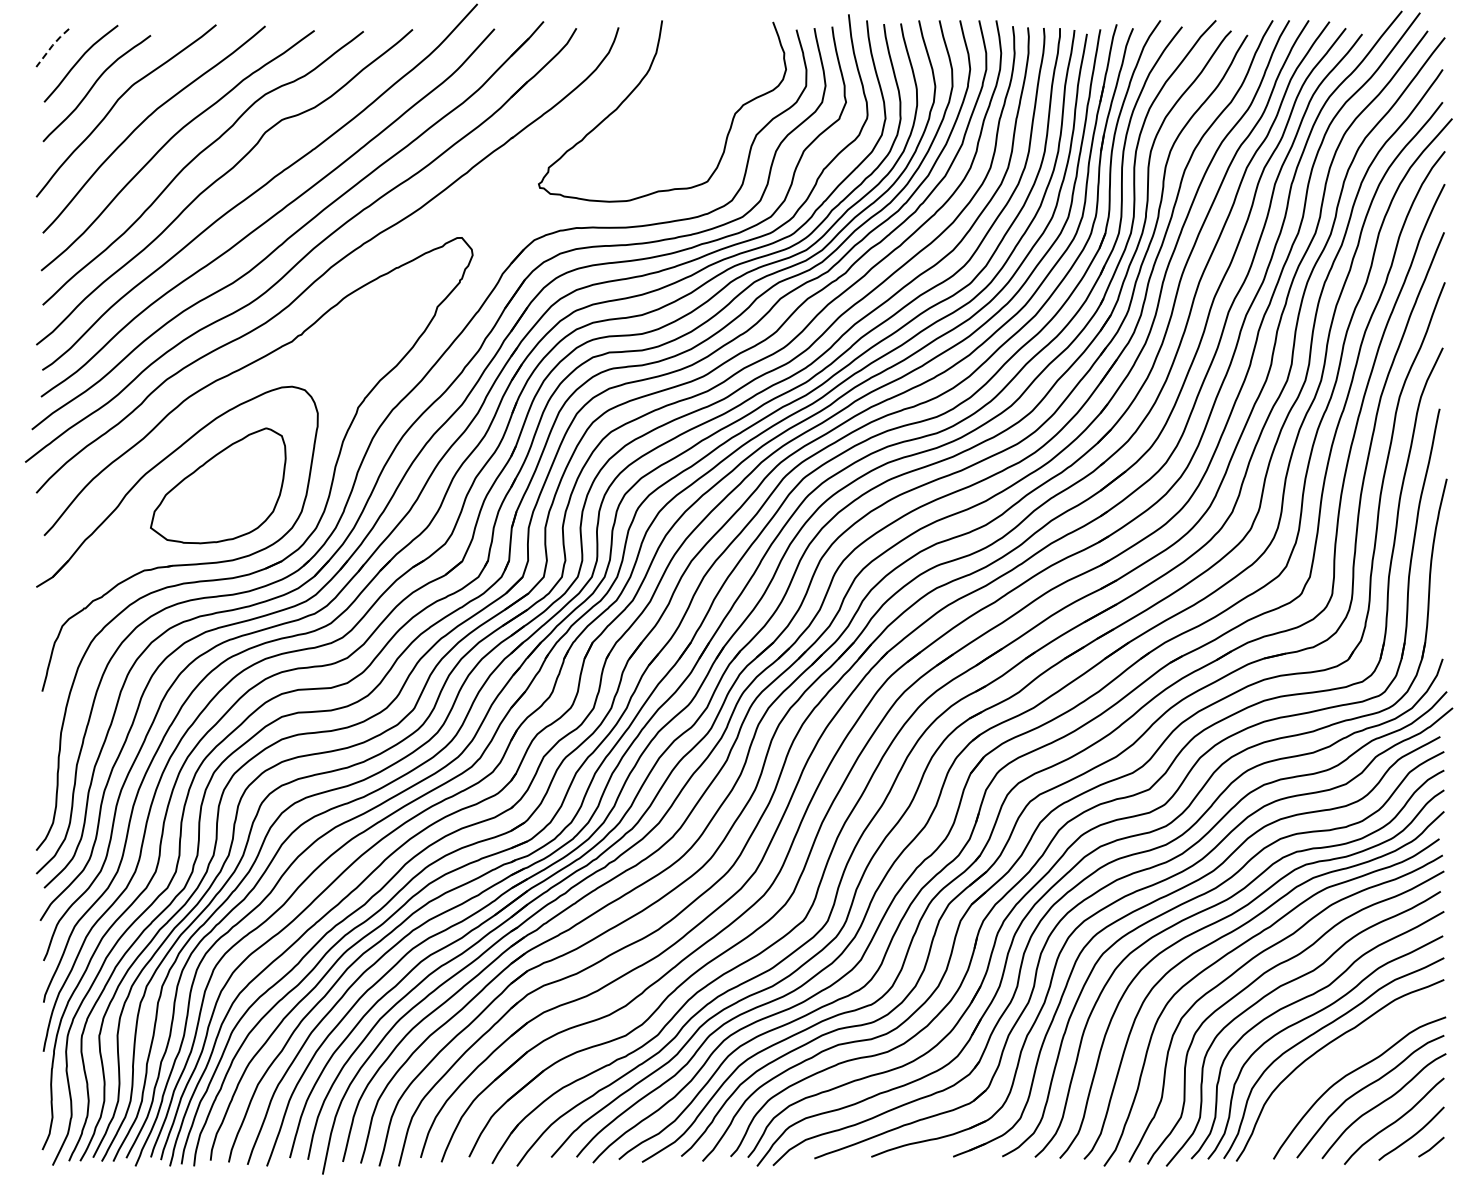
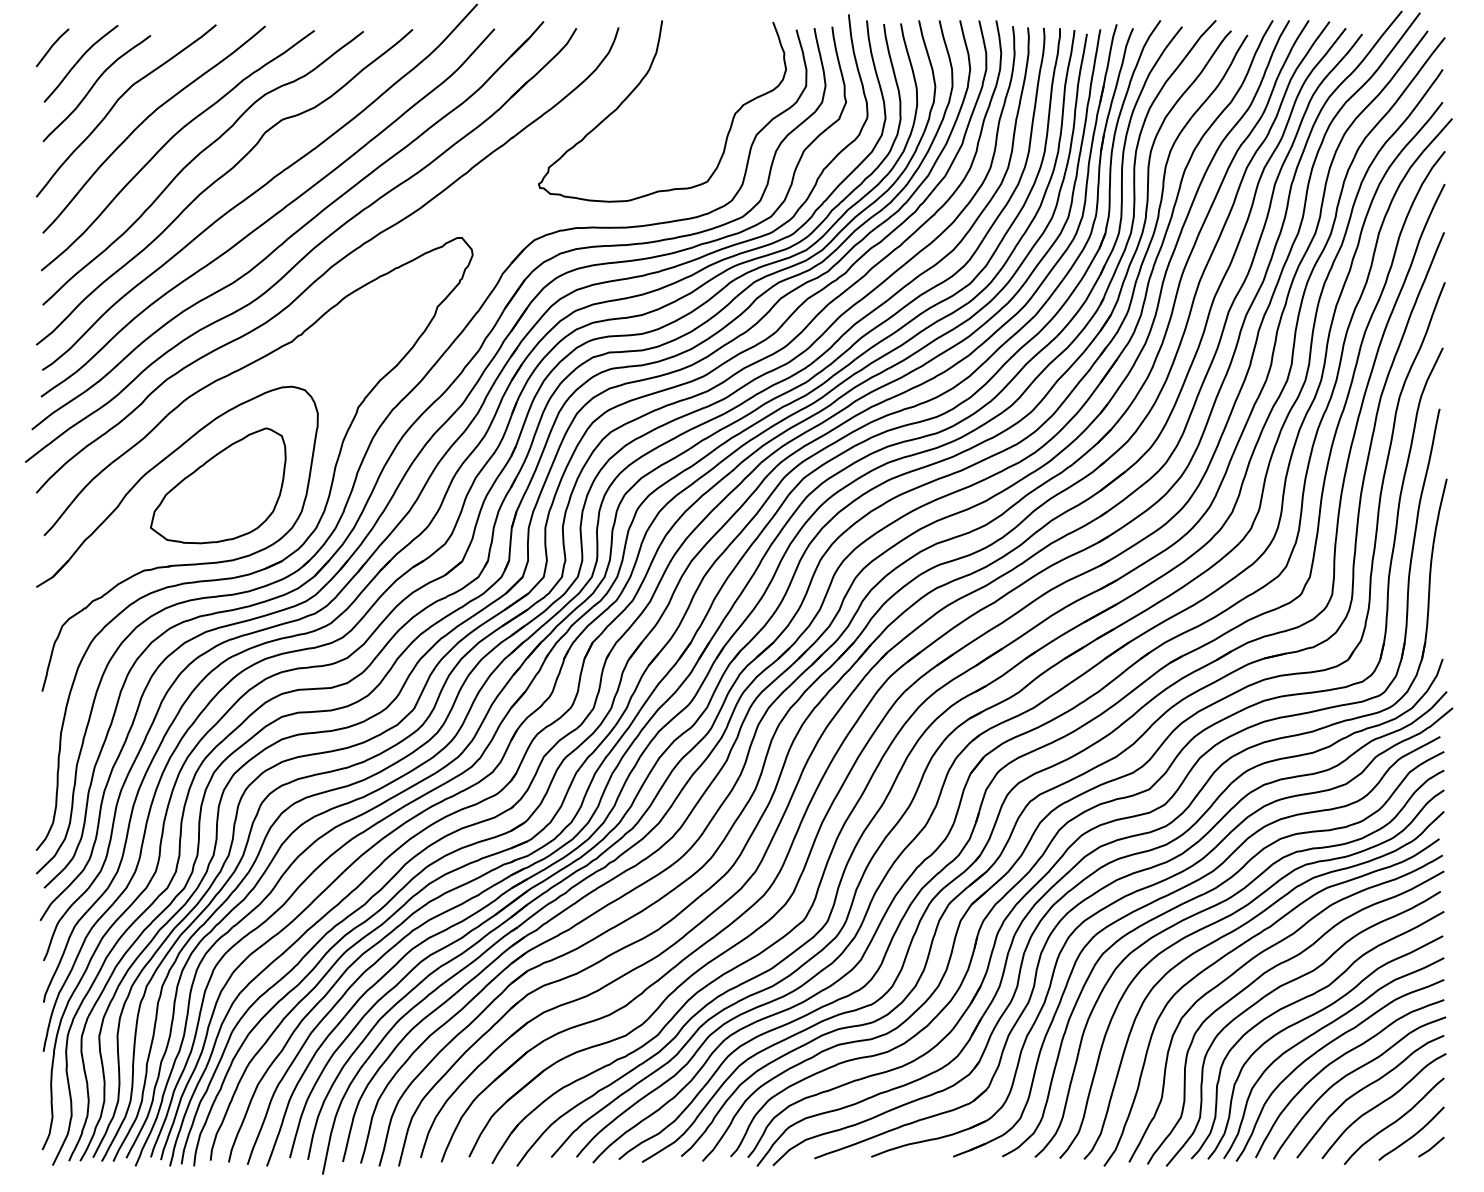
line at (52, 46): dashed -> solid
curve at (1338, 1059): none -> present
